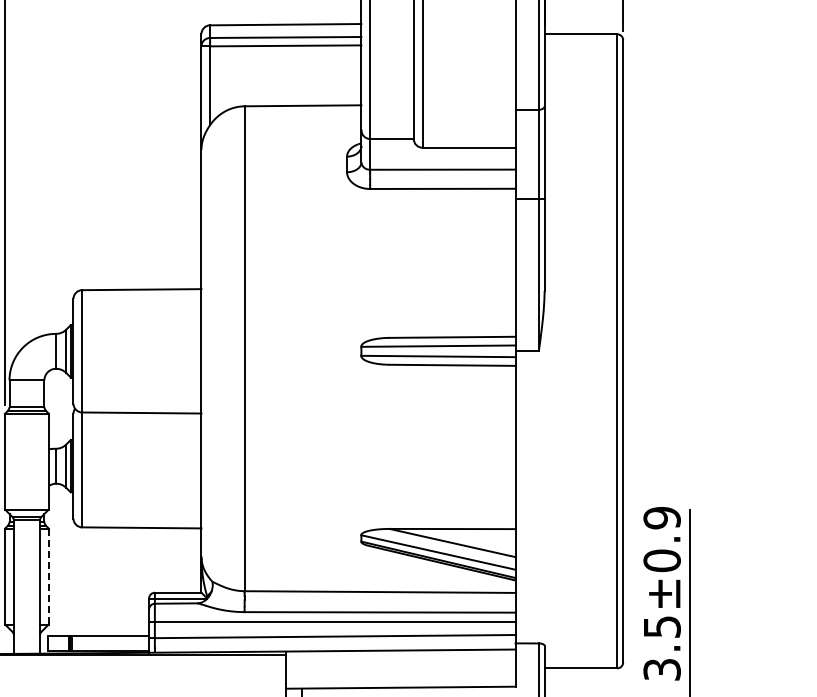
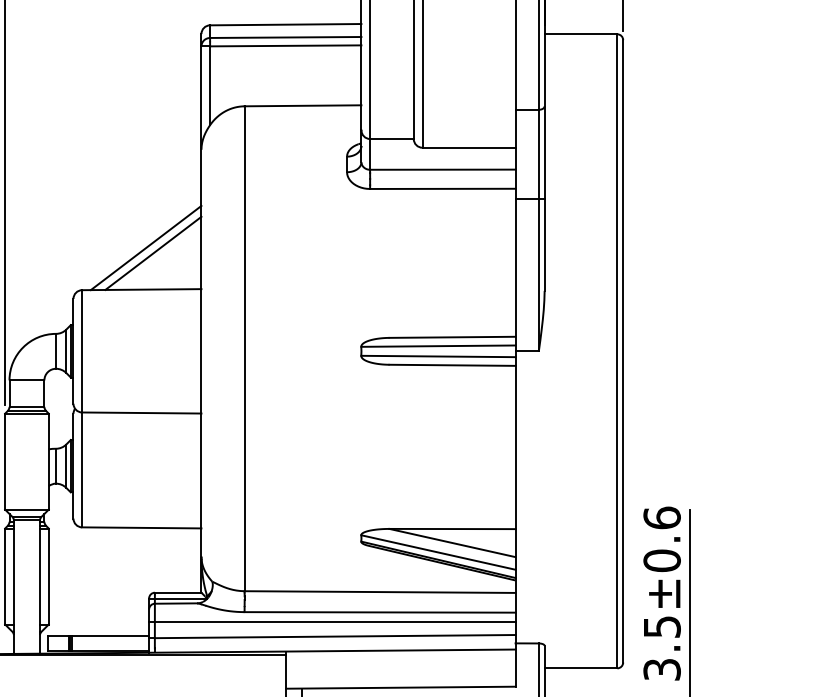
line at (145, 247): none -> present
line at (153, 252): none -> present
text at (661, 517): 3.5±0.9 -> 3.5±0.6
line at (48, 576): dashed -> solid
